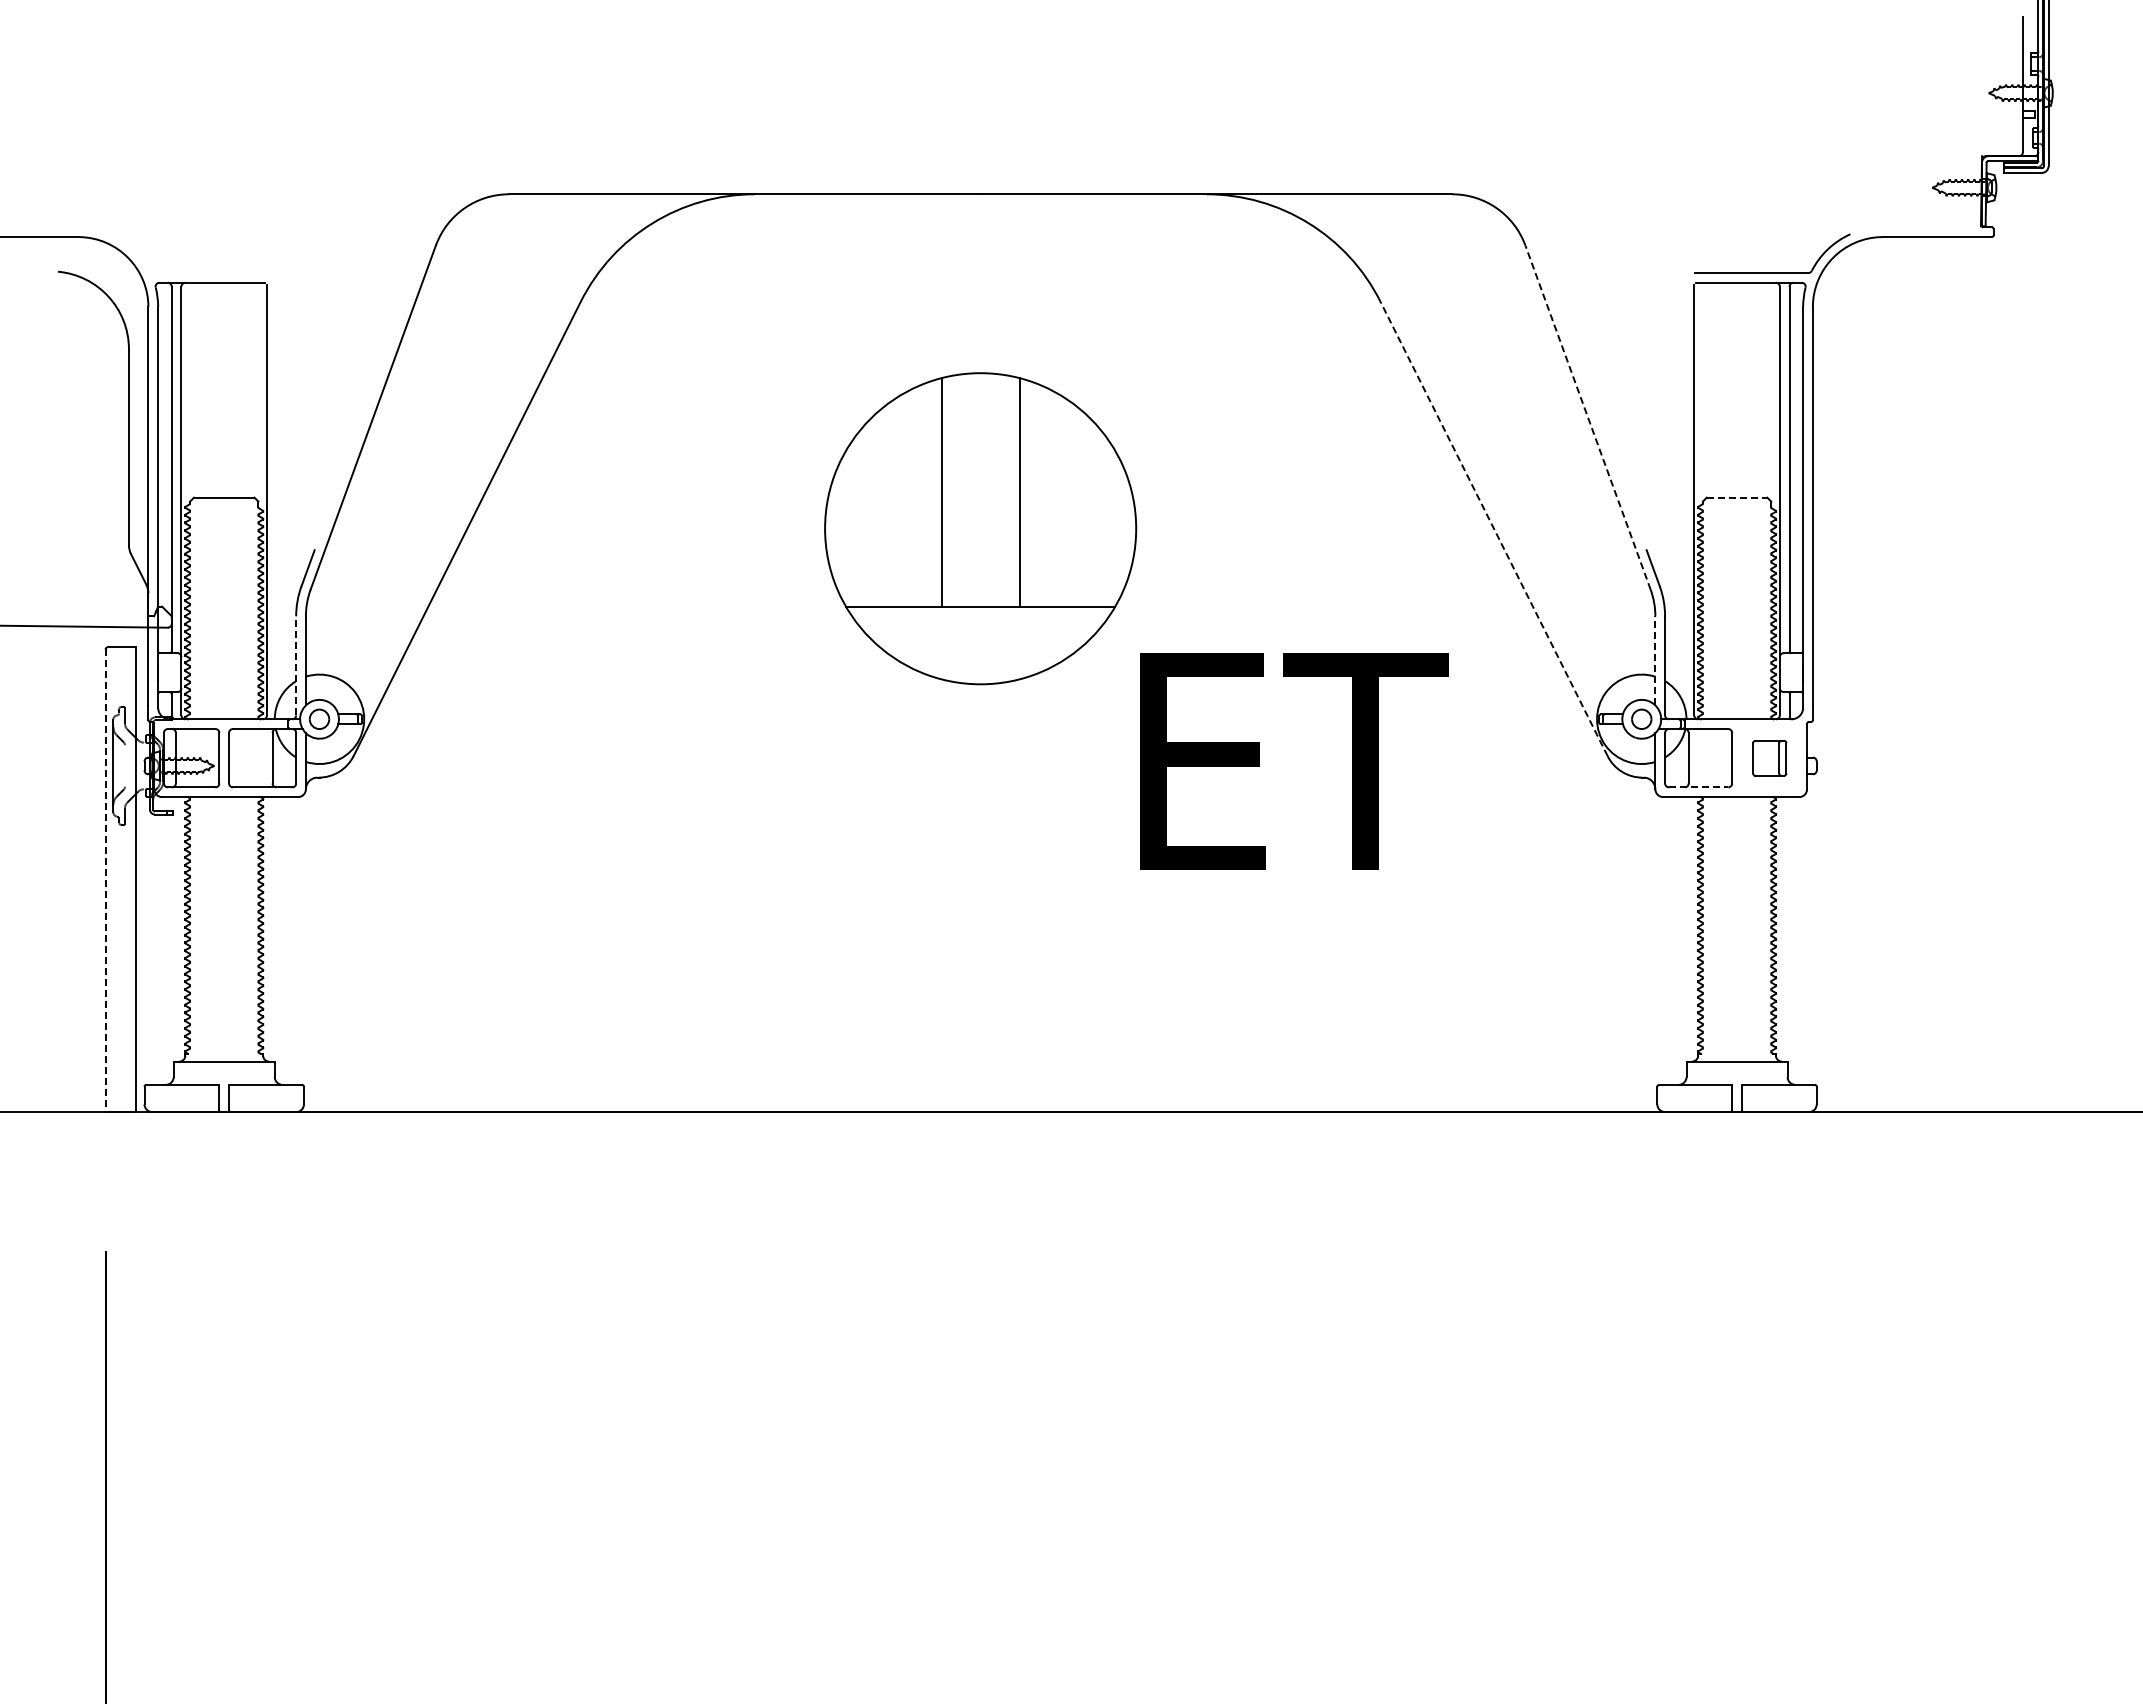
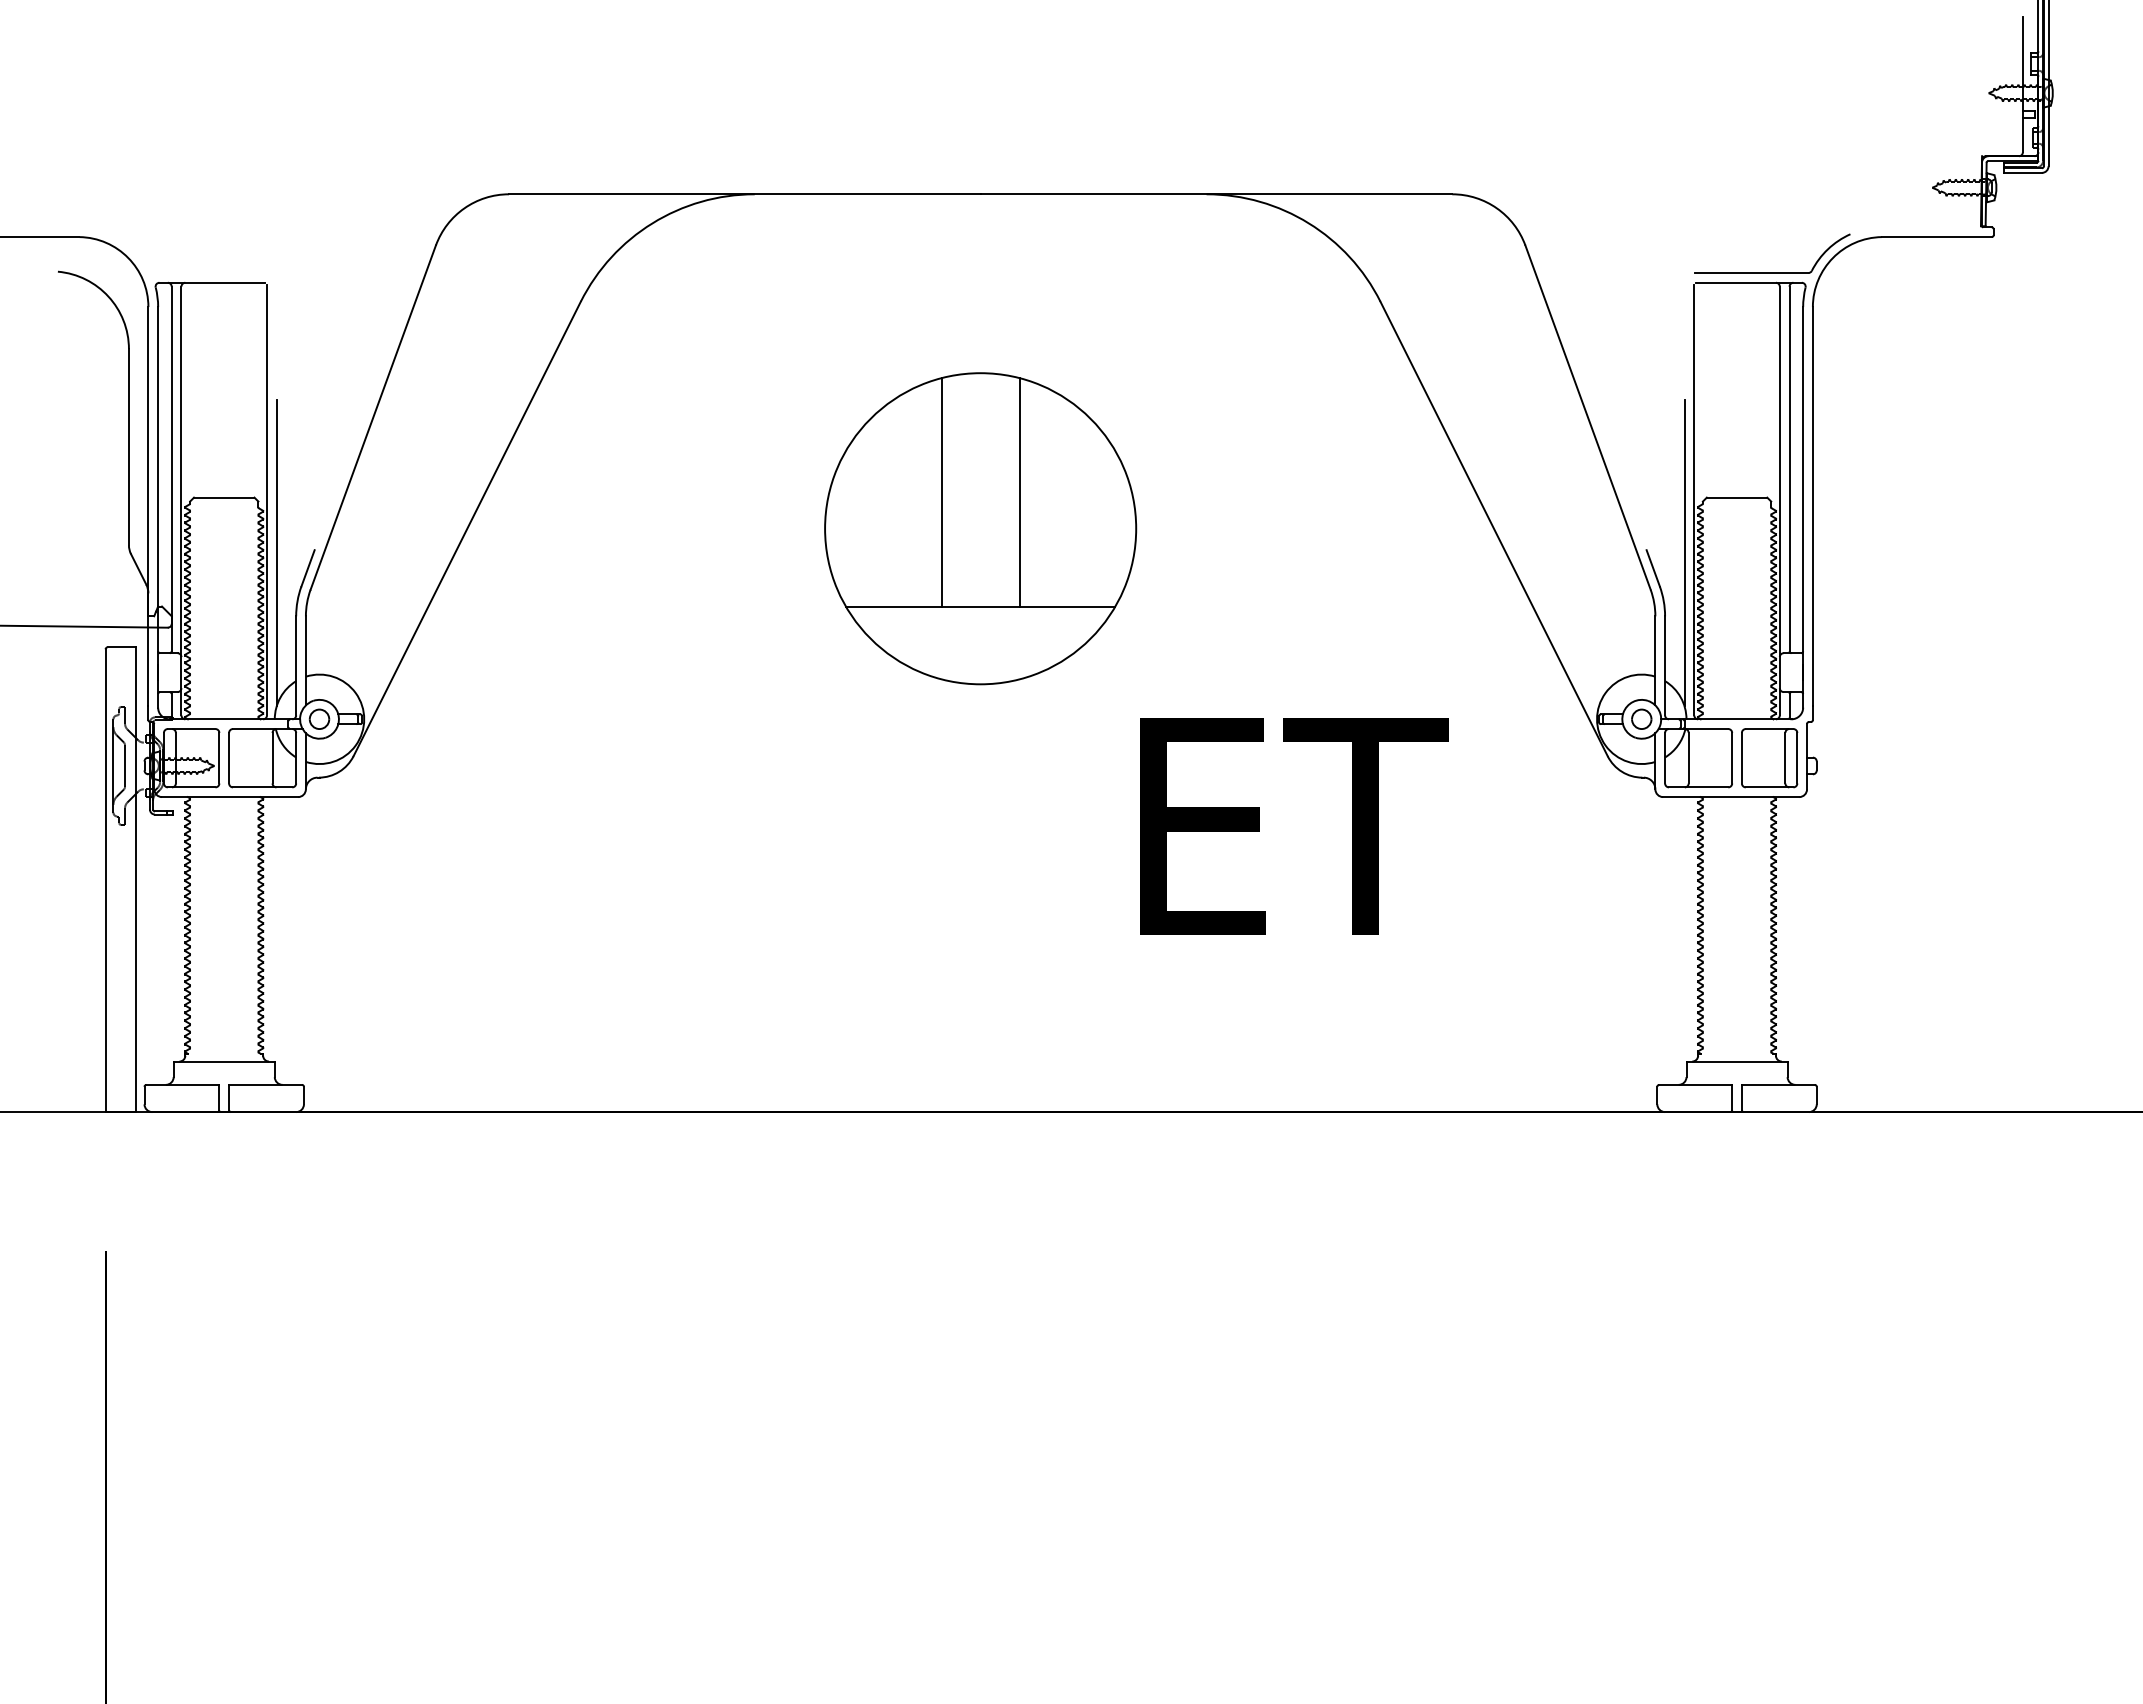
line at (1587, 417): dashed -> solid
line at (1737, 497): dashed -> solid
line at (1493, 528): dashed -> solid
line at (276, 553): none -> present
line at (1684, 553): none -> present
line at (1655, 660): dashed -> solid
line at (296, 665): dashed -> solid
part at (1769, 758) size: 36x37 px -> 58x61 px
text at (1294, 761) position: (1294, 761) -> (1294, 826)
line at (125, 765): none -> present
line at (1698, 787): dashed -> solid
line at (105, 881): dashed -> solid
